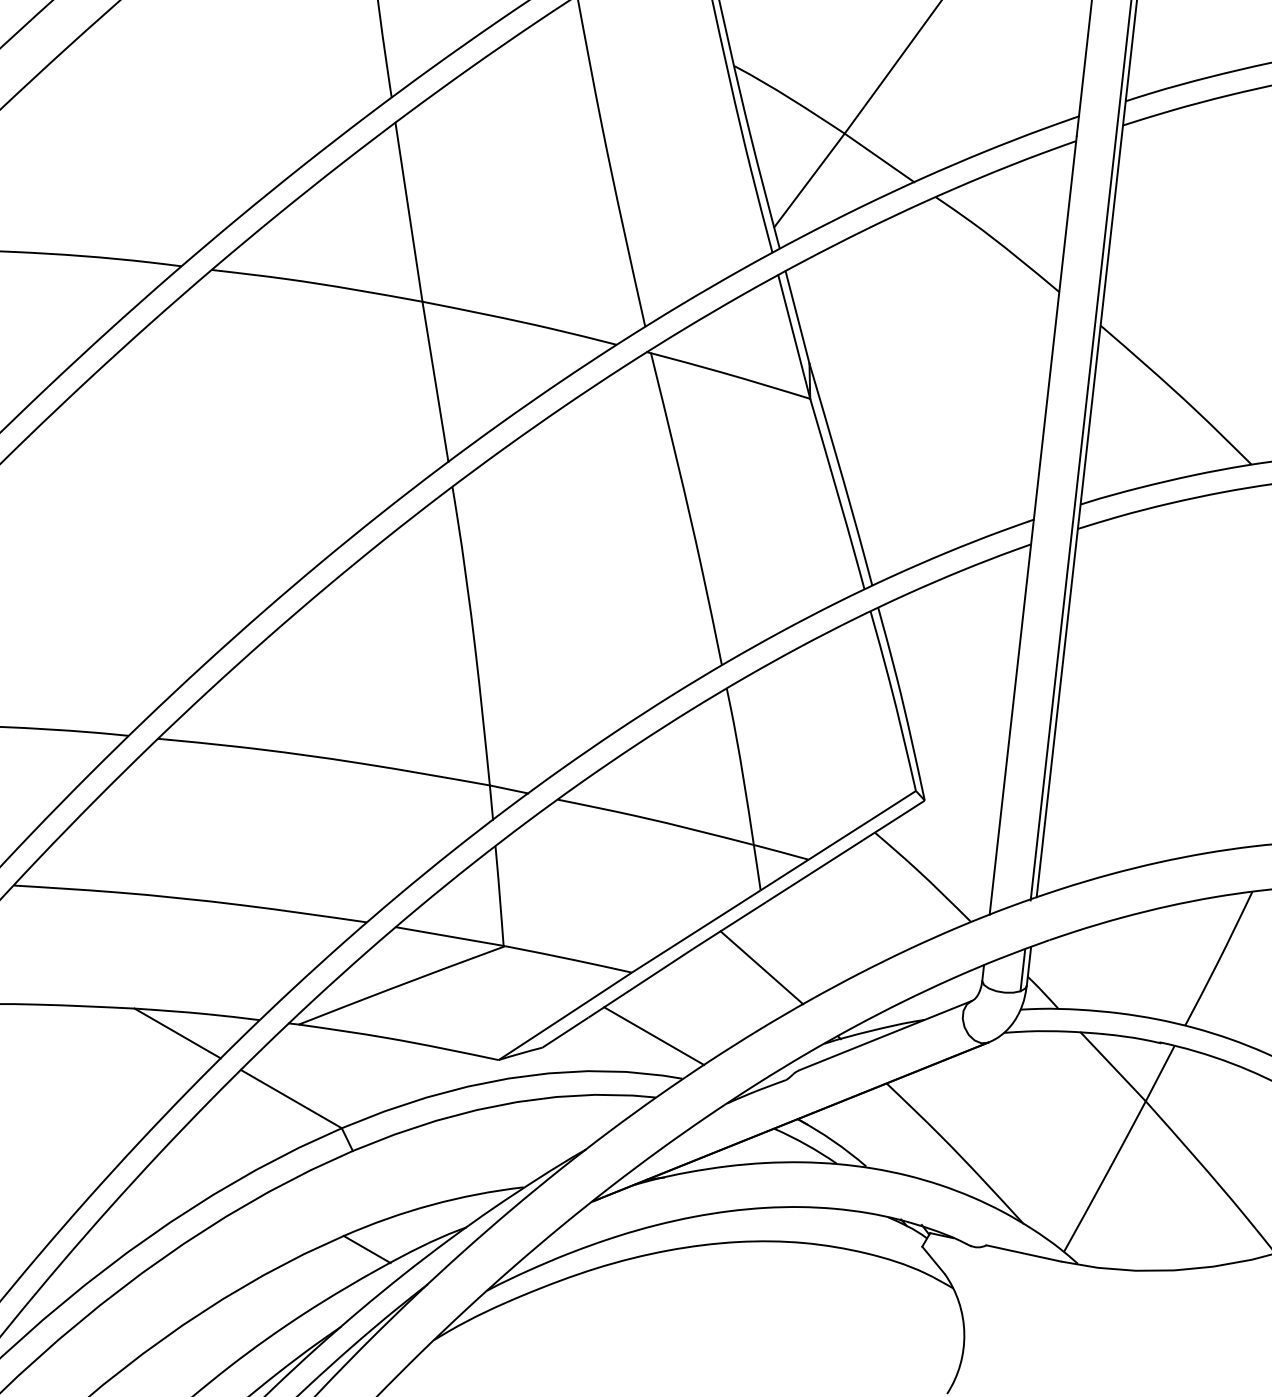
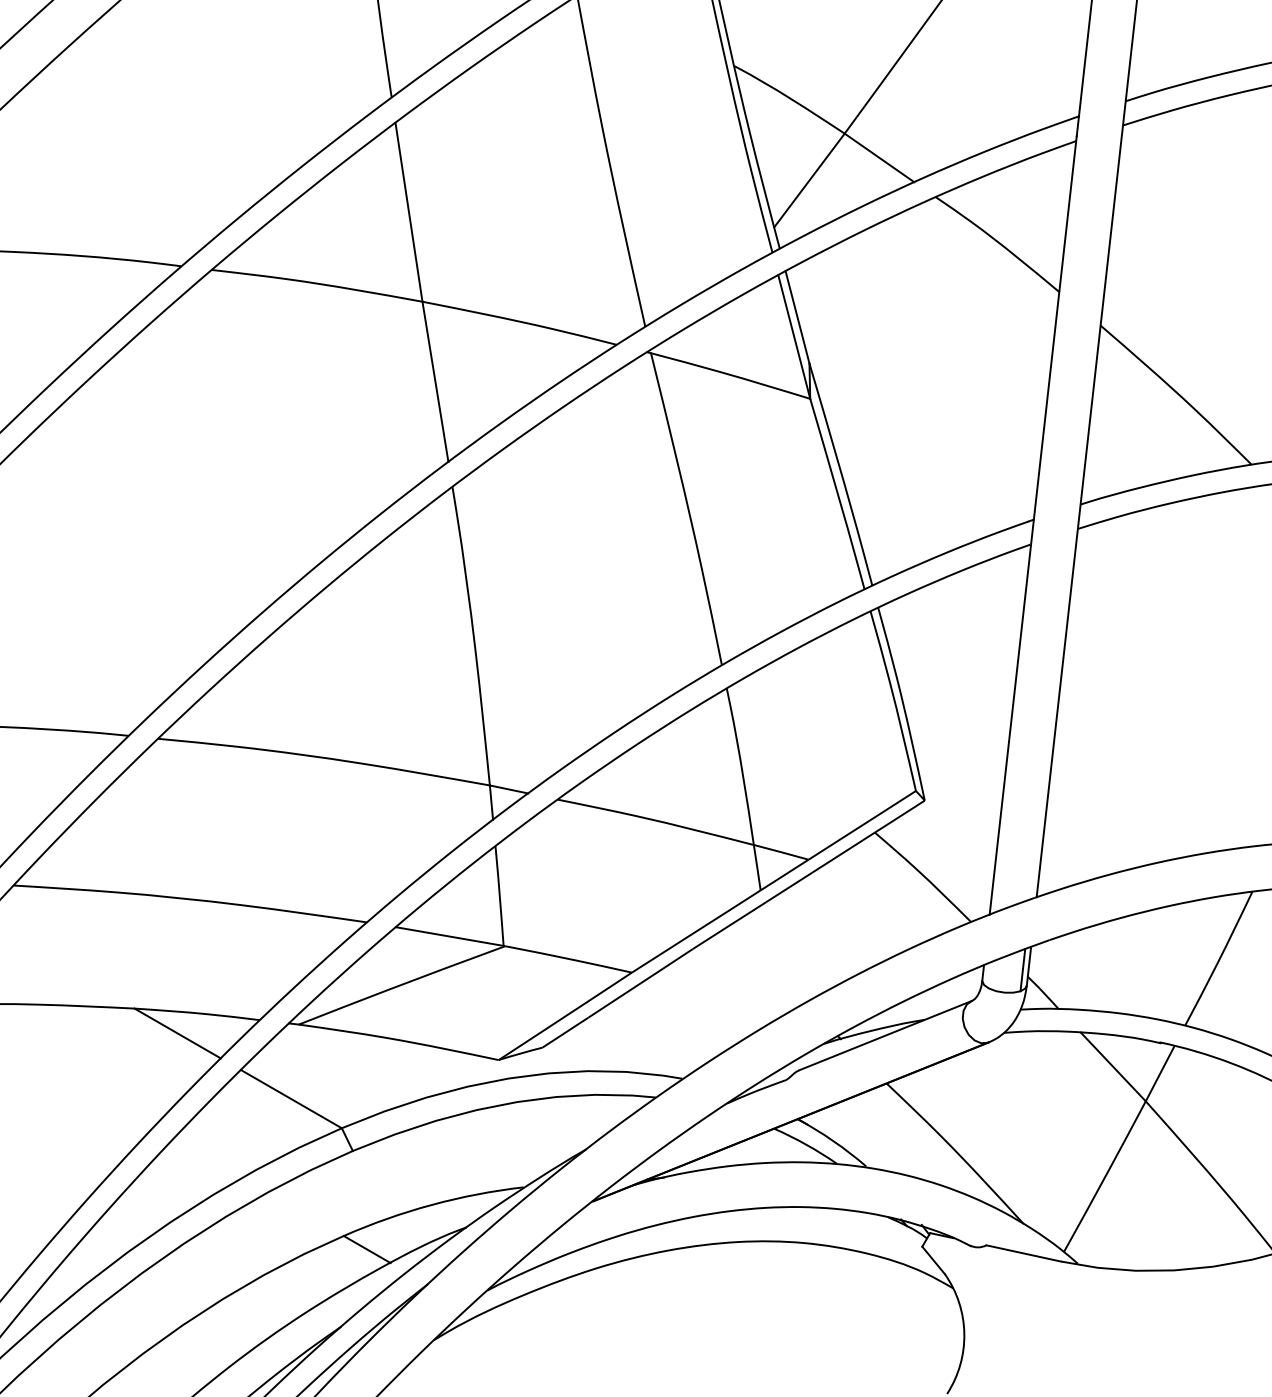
line at (1080, 451): present -> none
line at (761, 967): present -> none
line at (654, 1035): present -> none
